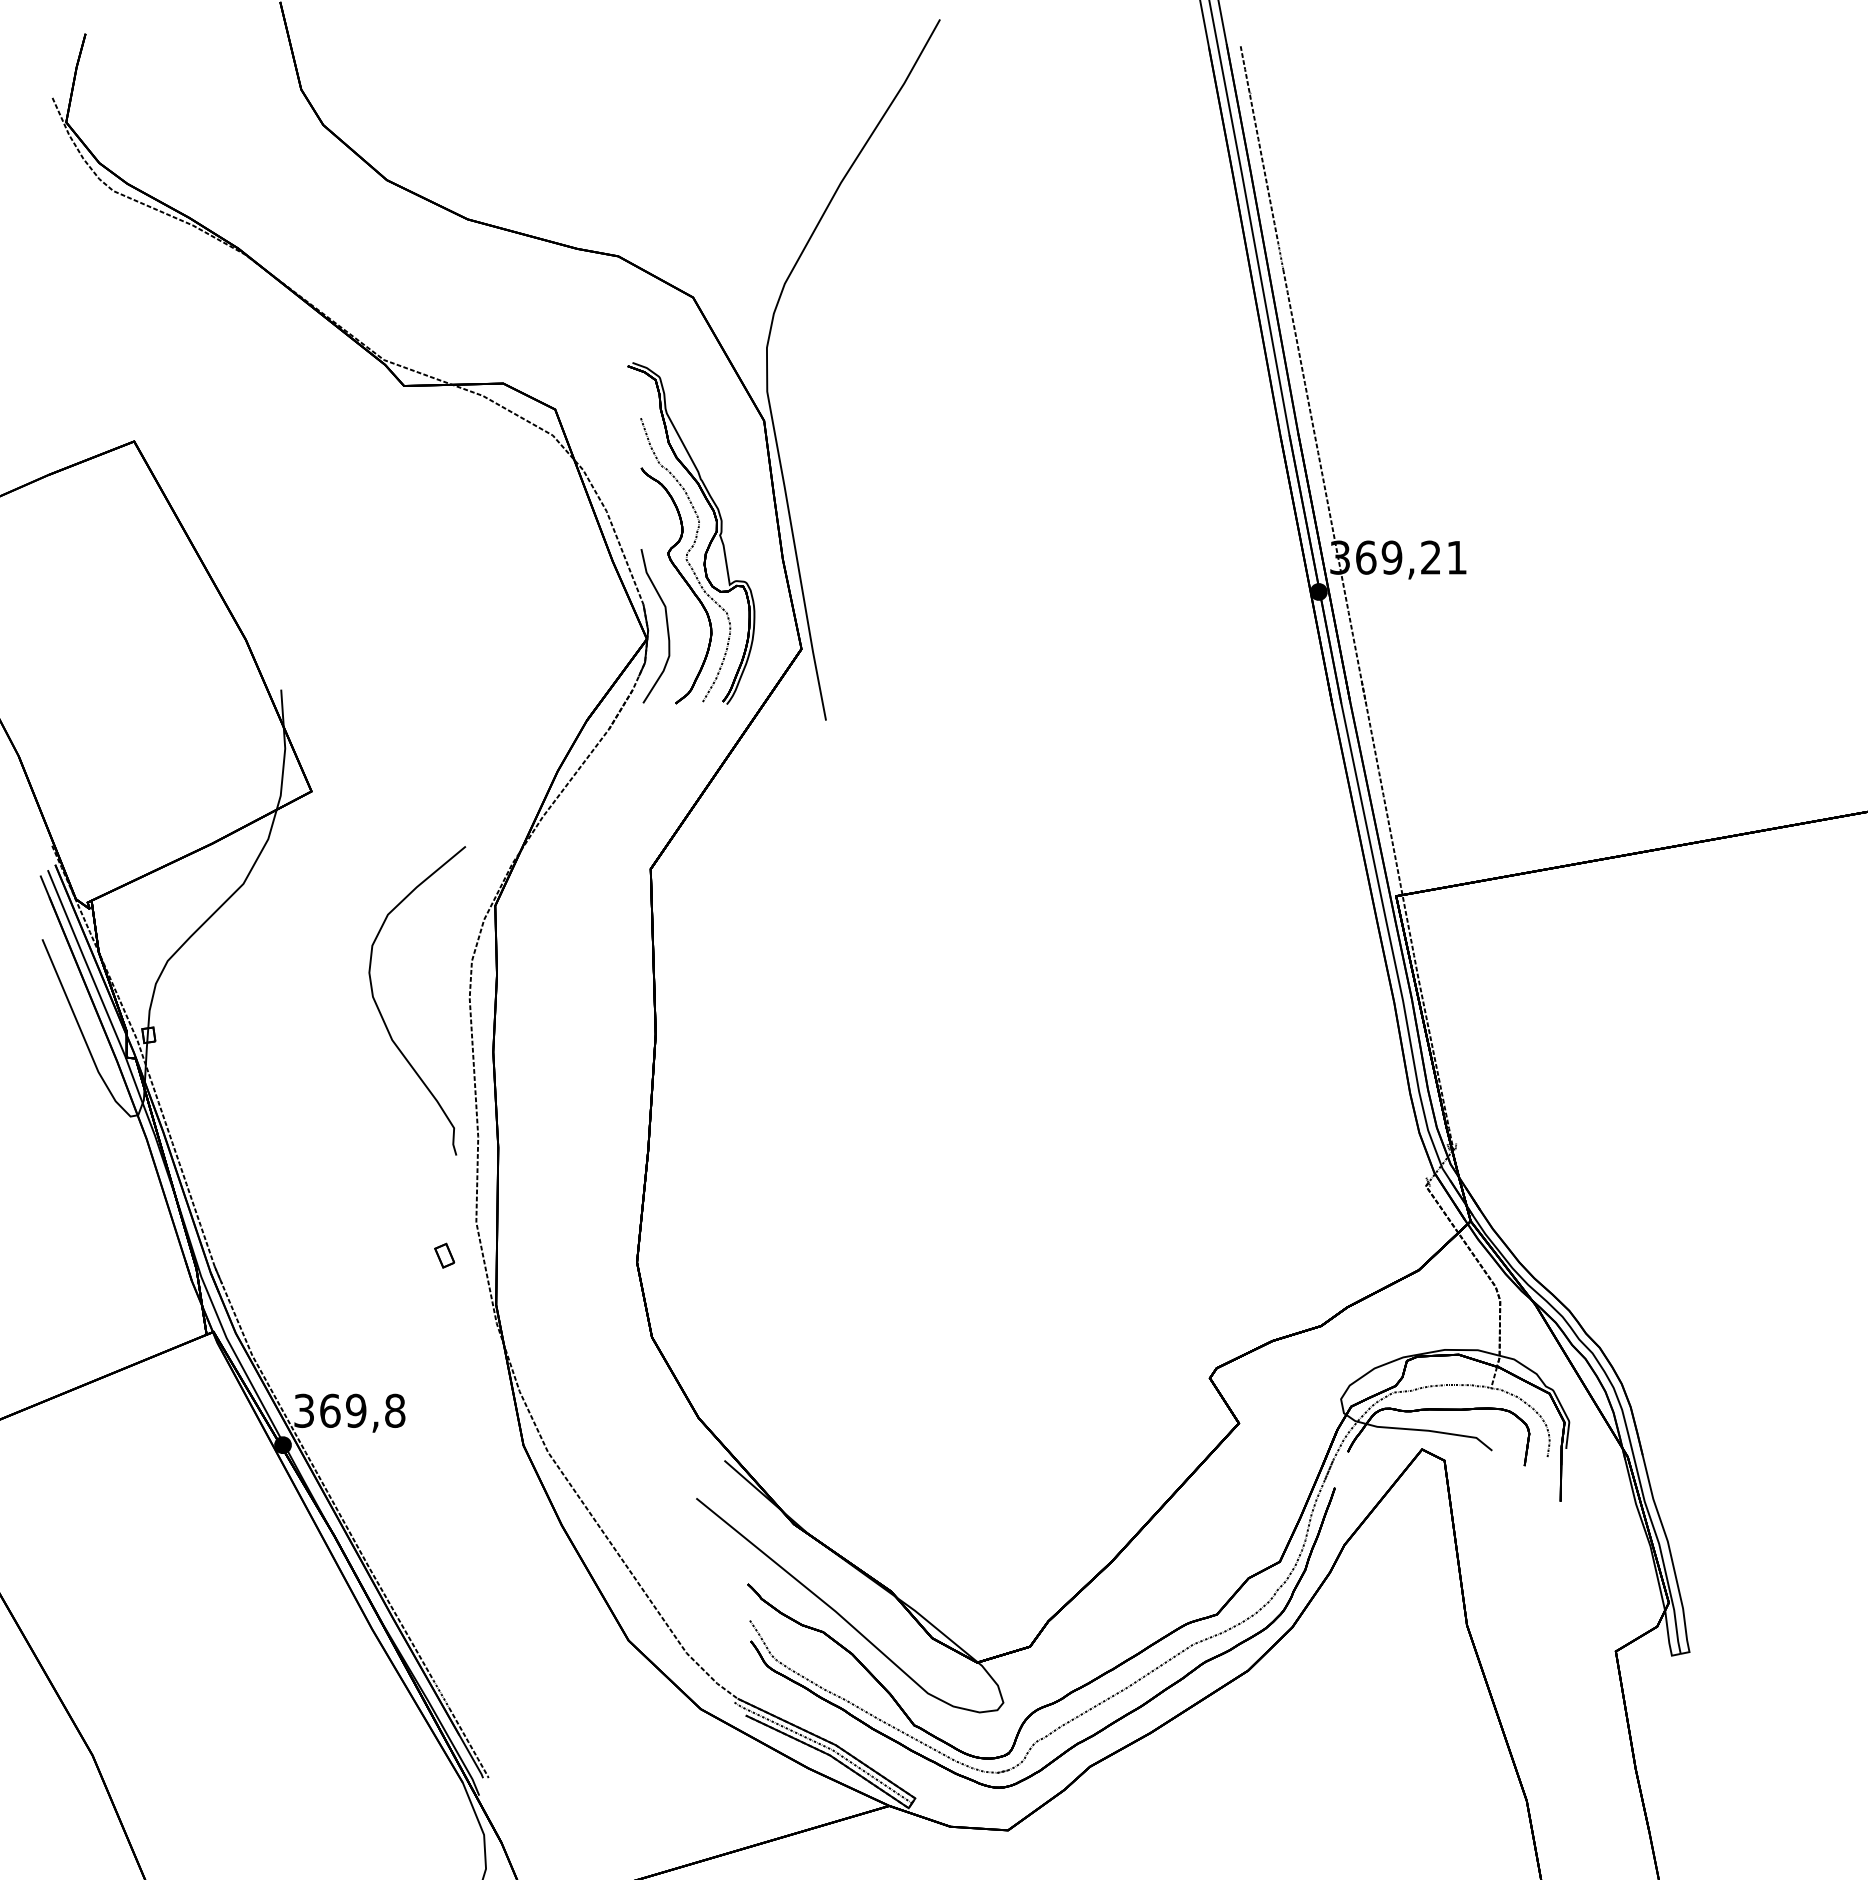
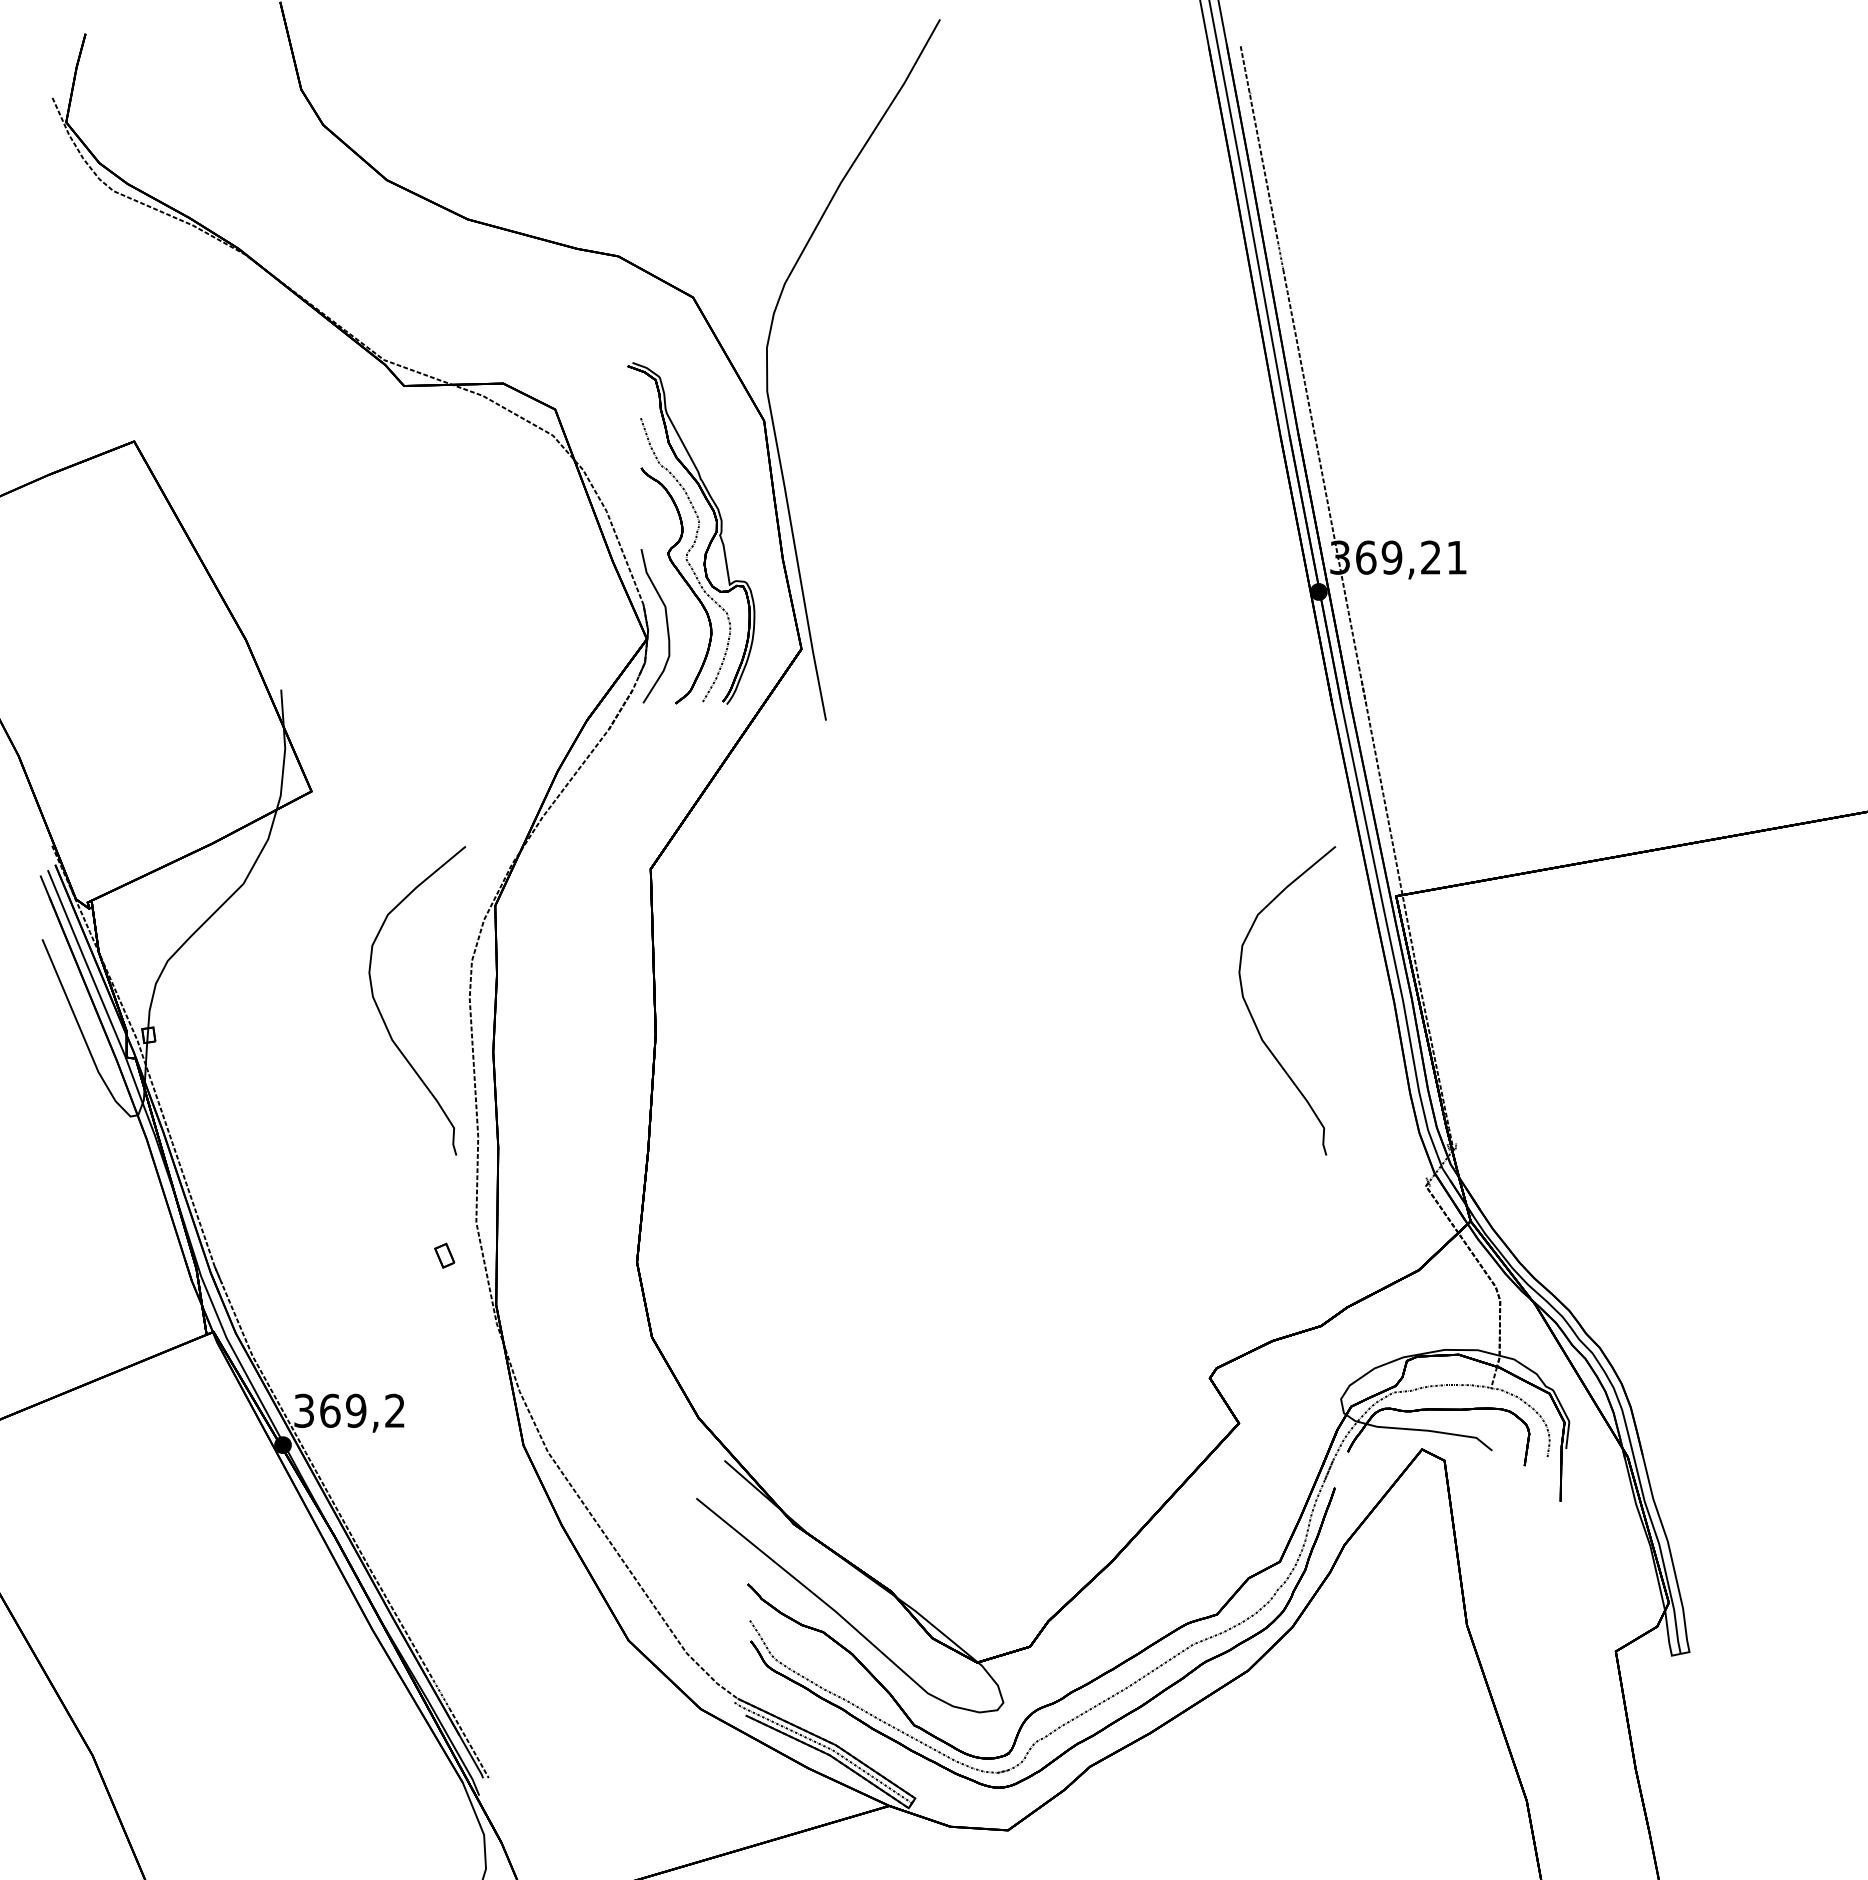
curve at (1253, 1017): none -> present
text at (395, 1410): 369,8 -> 369,2
